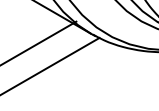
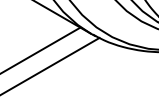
line at (39, 42) position: (39, 42) -> (41, 49)
